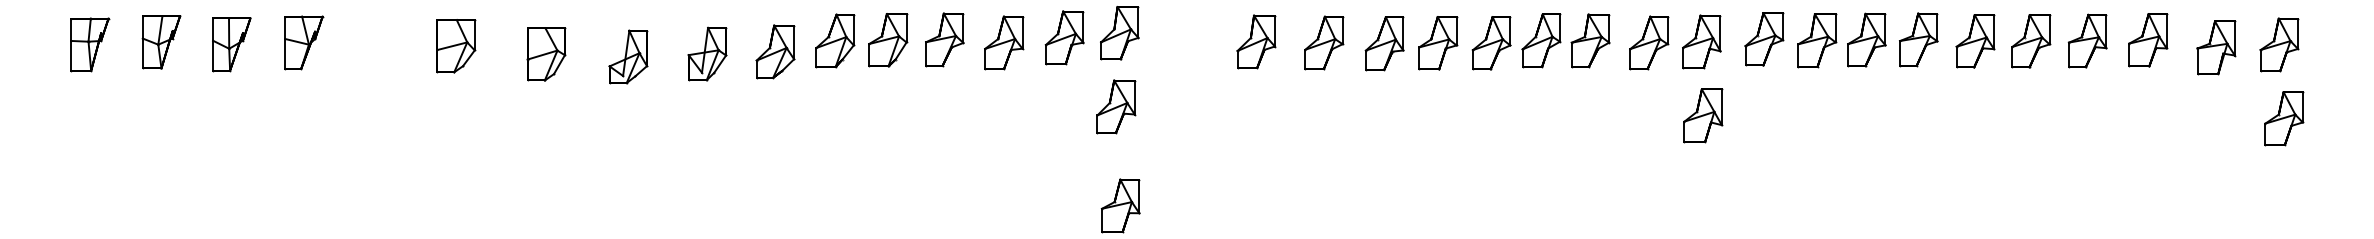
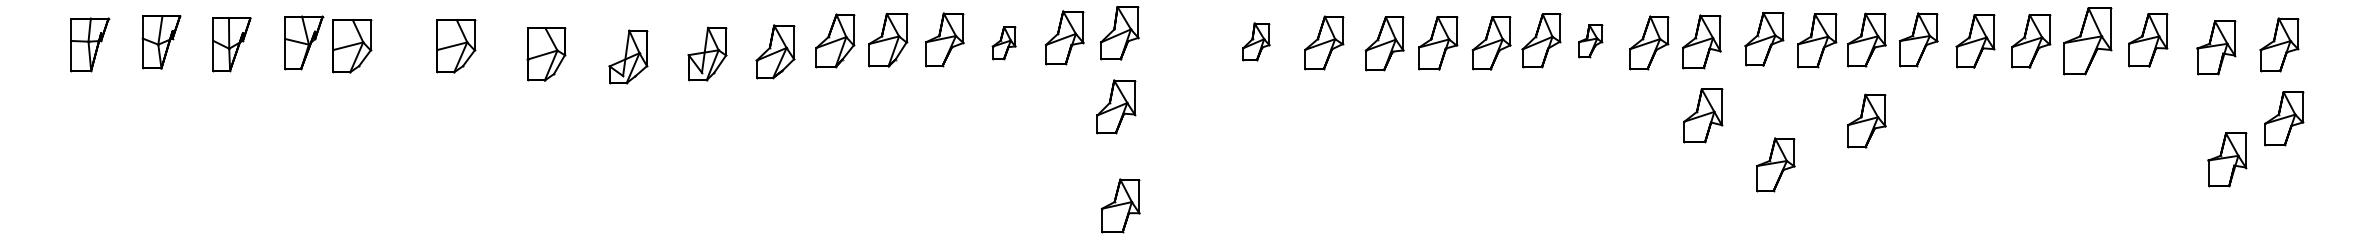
part at (1590, 40) size: 41x56 px -> 26x35 px
part at (2087, 40) size: 41x56 px -> 50x69 px
part at (1256, 41) size: 41x56 px -> 29x40 px
part at (1004, 42) size: 41x56 px -> 26x35 px
part at (352, 46): none -> present
part at (1866, 120): none -> present
part at (2227, 159): none -> present
part at (1775, 164): none -> present
